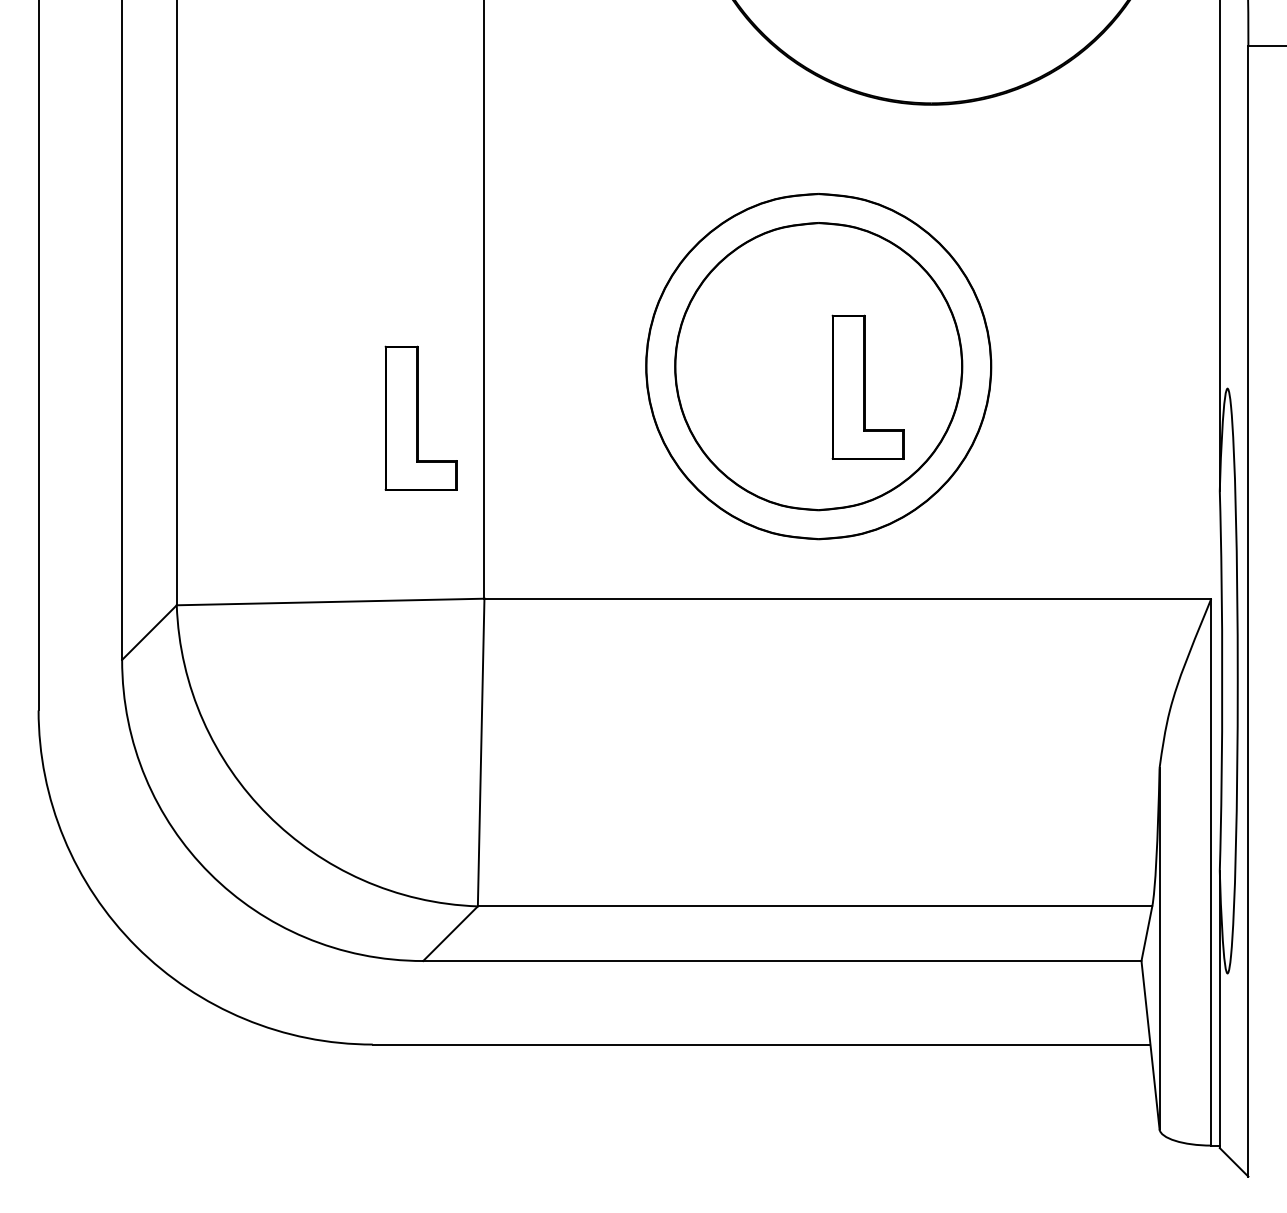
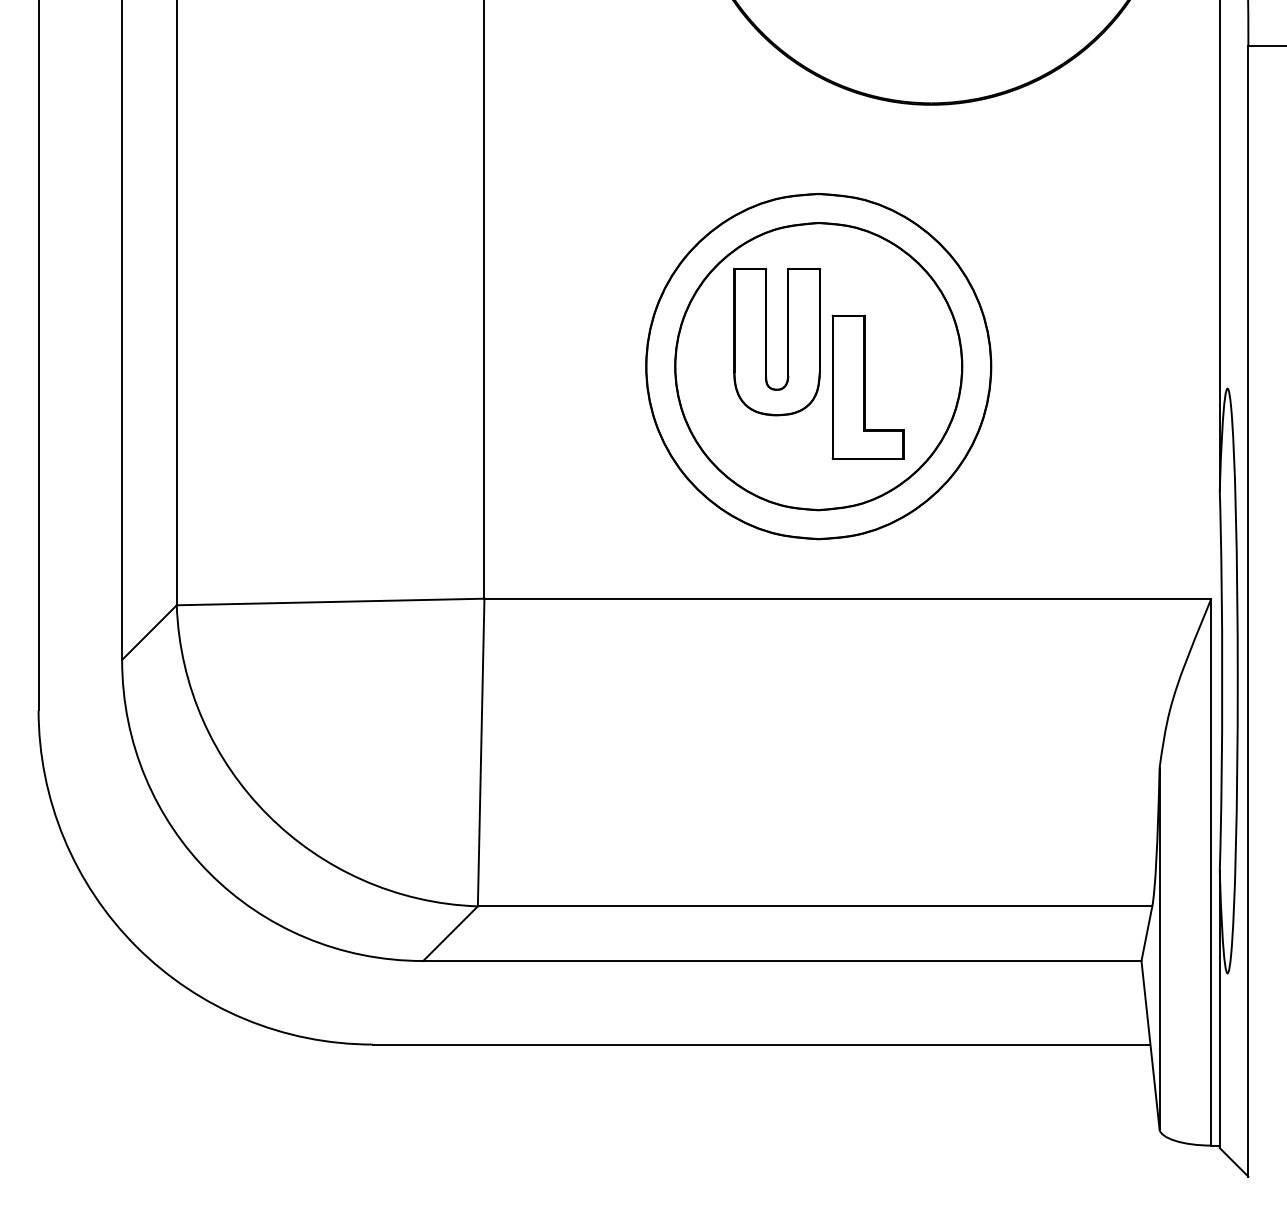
part at (766, 341): none -> present
part at (420, 417): present -> none
